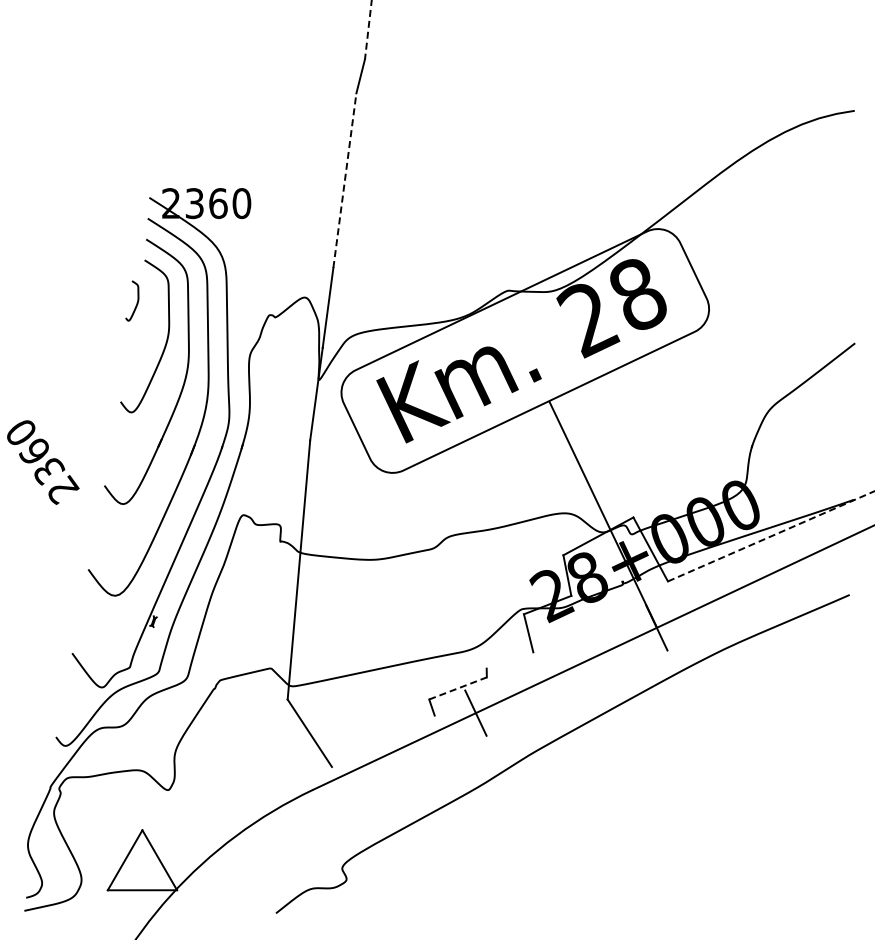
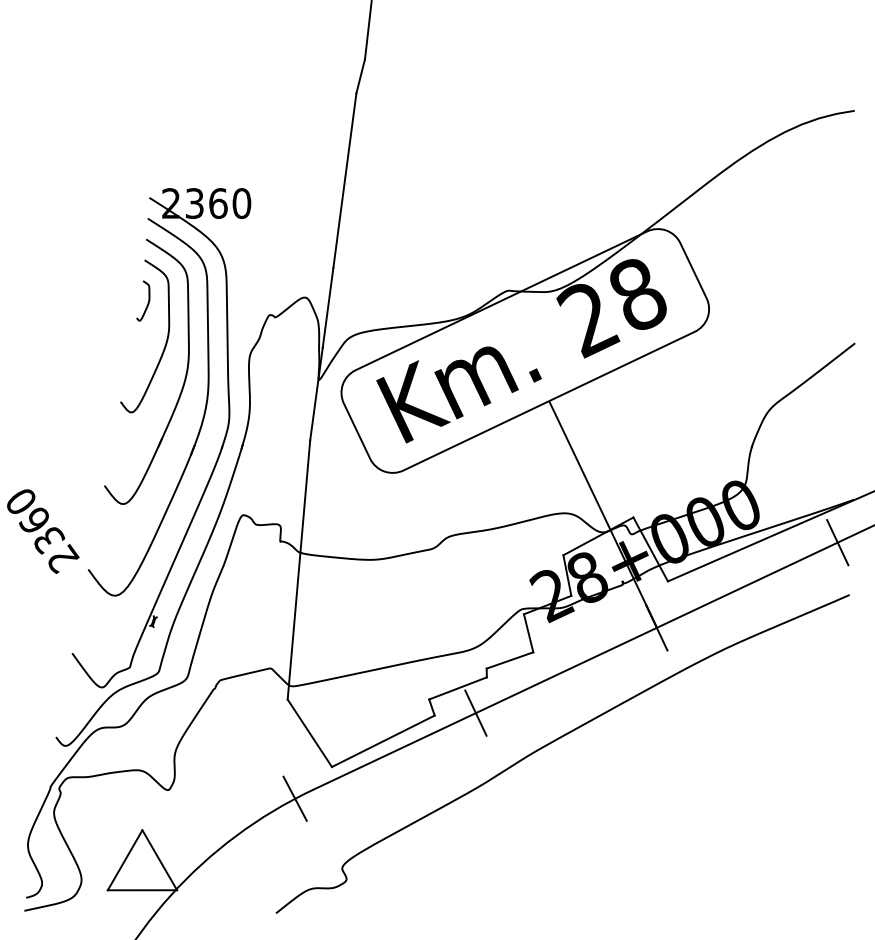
line at (368, 30): dashed -> solid
line at (344, 180): dashed -> solid
curve at (136, 302) position: (136, 302) -> (147, 302)
text at (43, 462) position: (43, 462) -> (43, 531)
line at (771, 536): dashed -> solid
line at (837, 542): none -> present
line at (509, 660): none -> present
line at (458, 688): dashed -> solid
line at (382, 741): none -> present
line at (294, 798): none -> present
